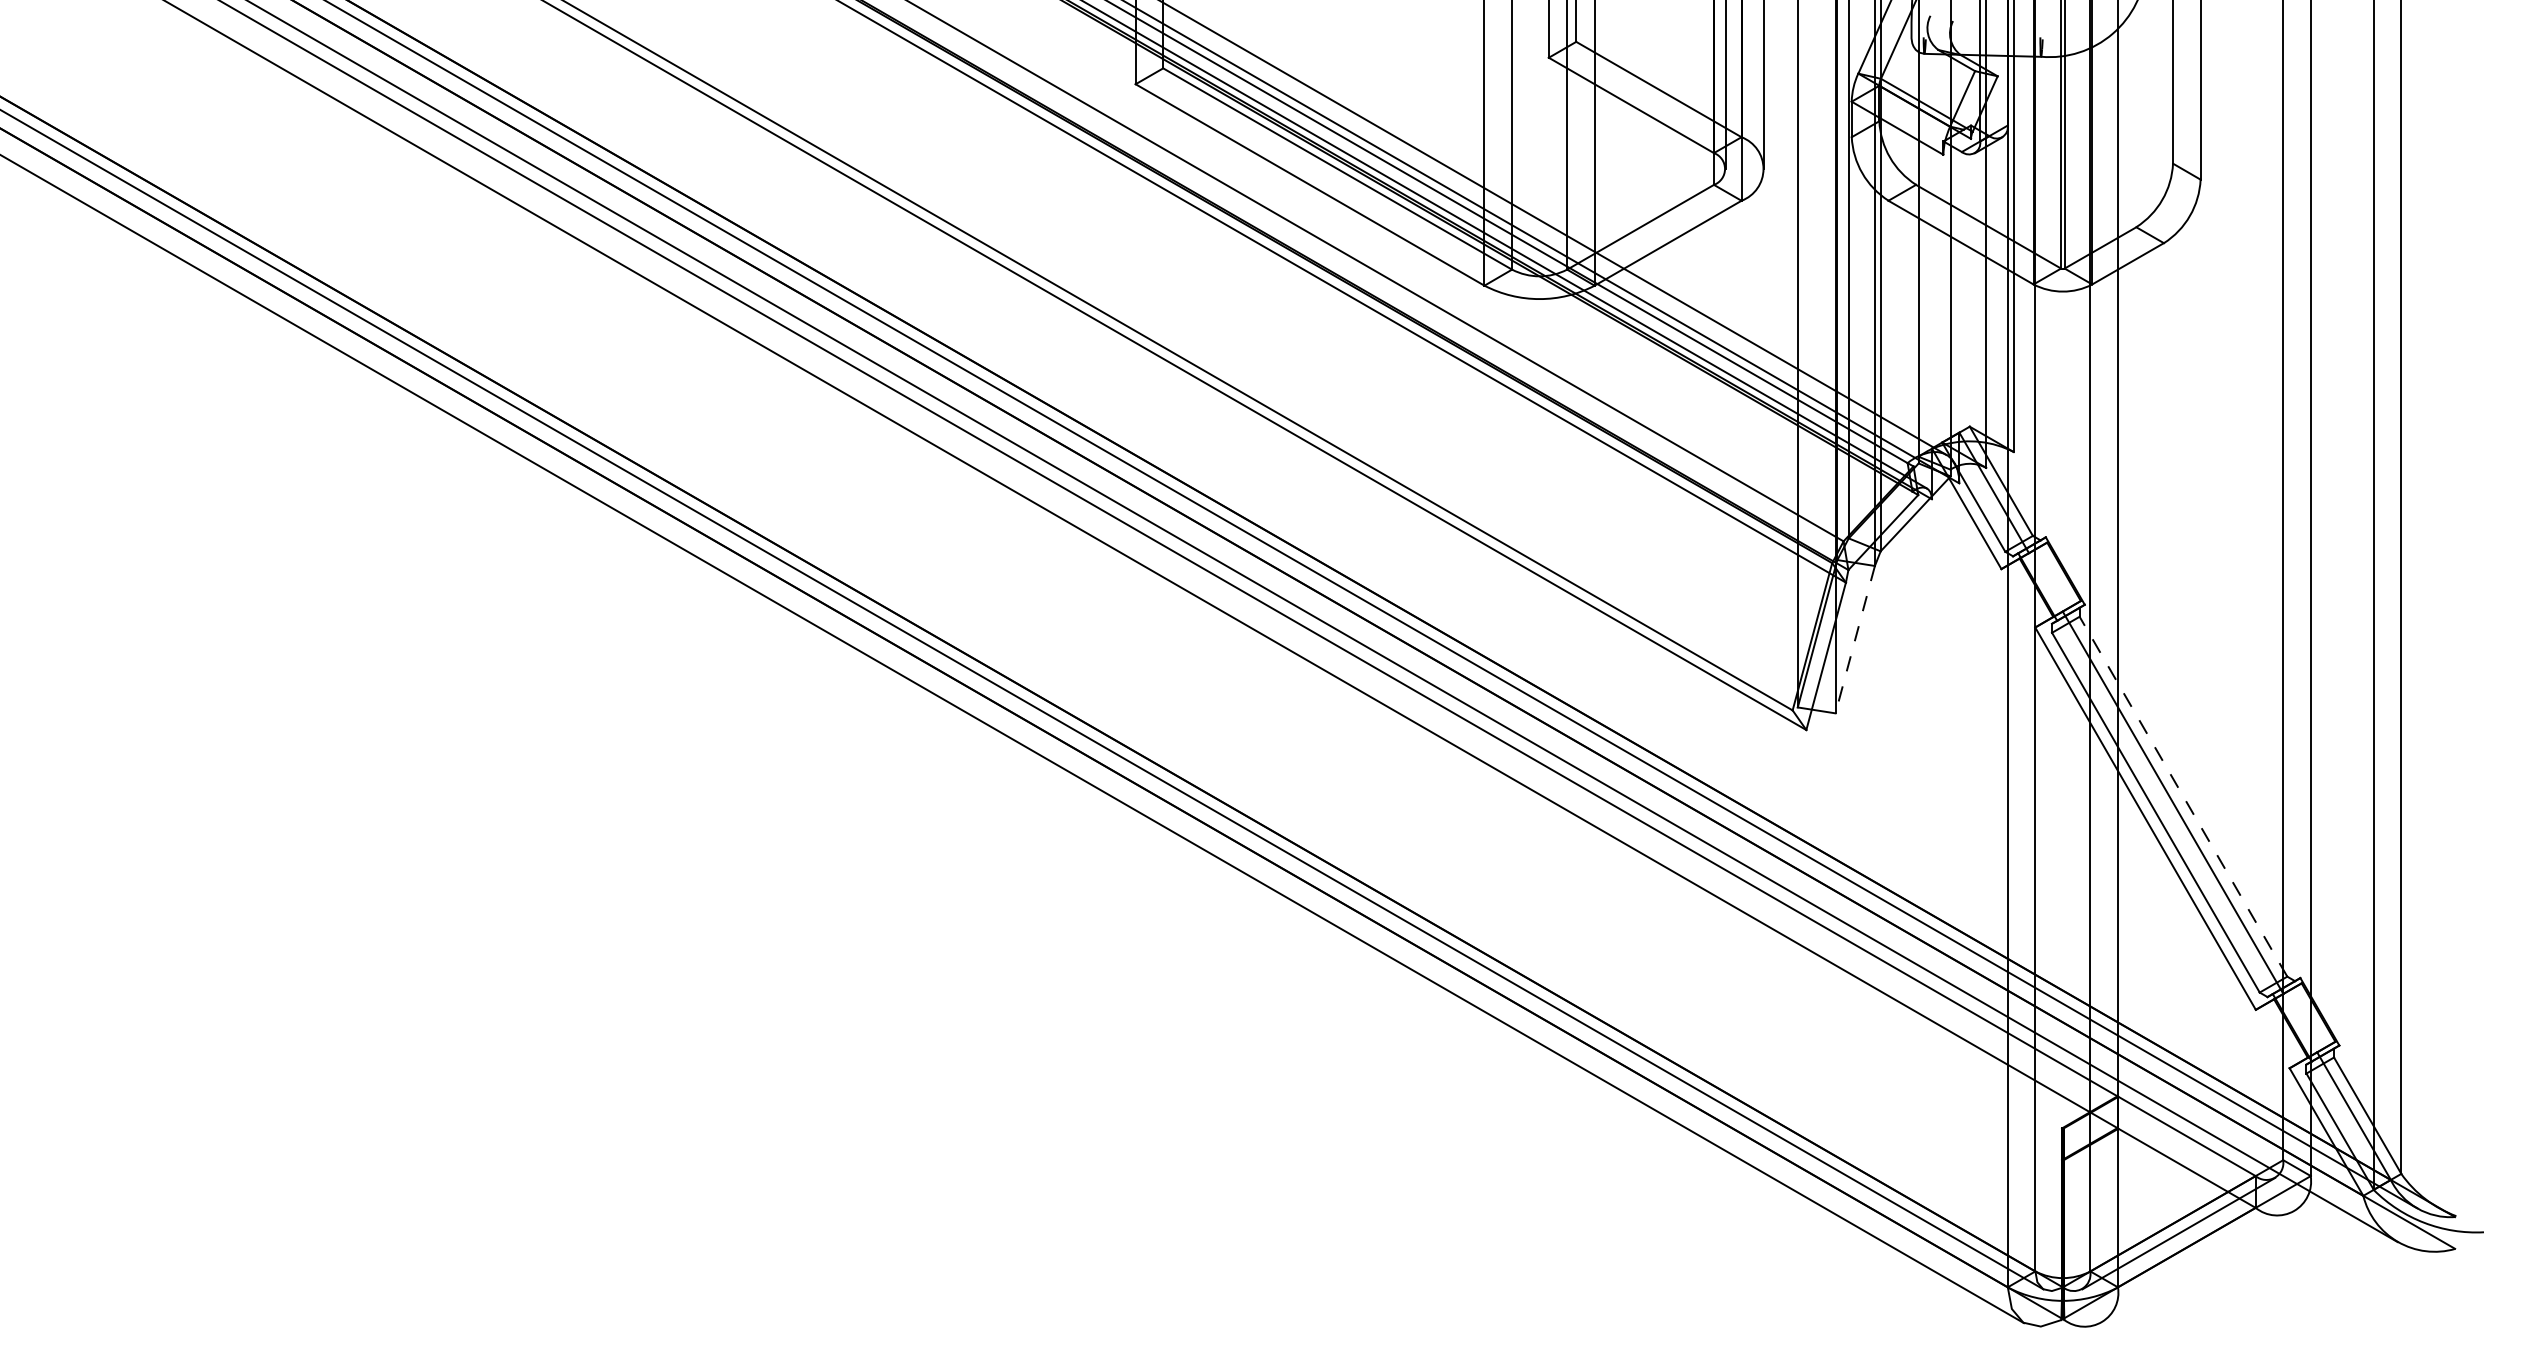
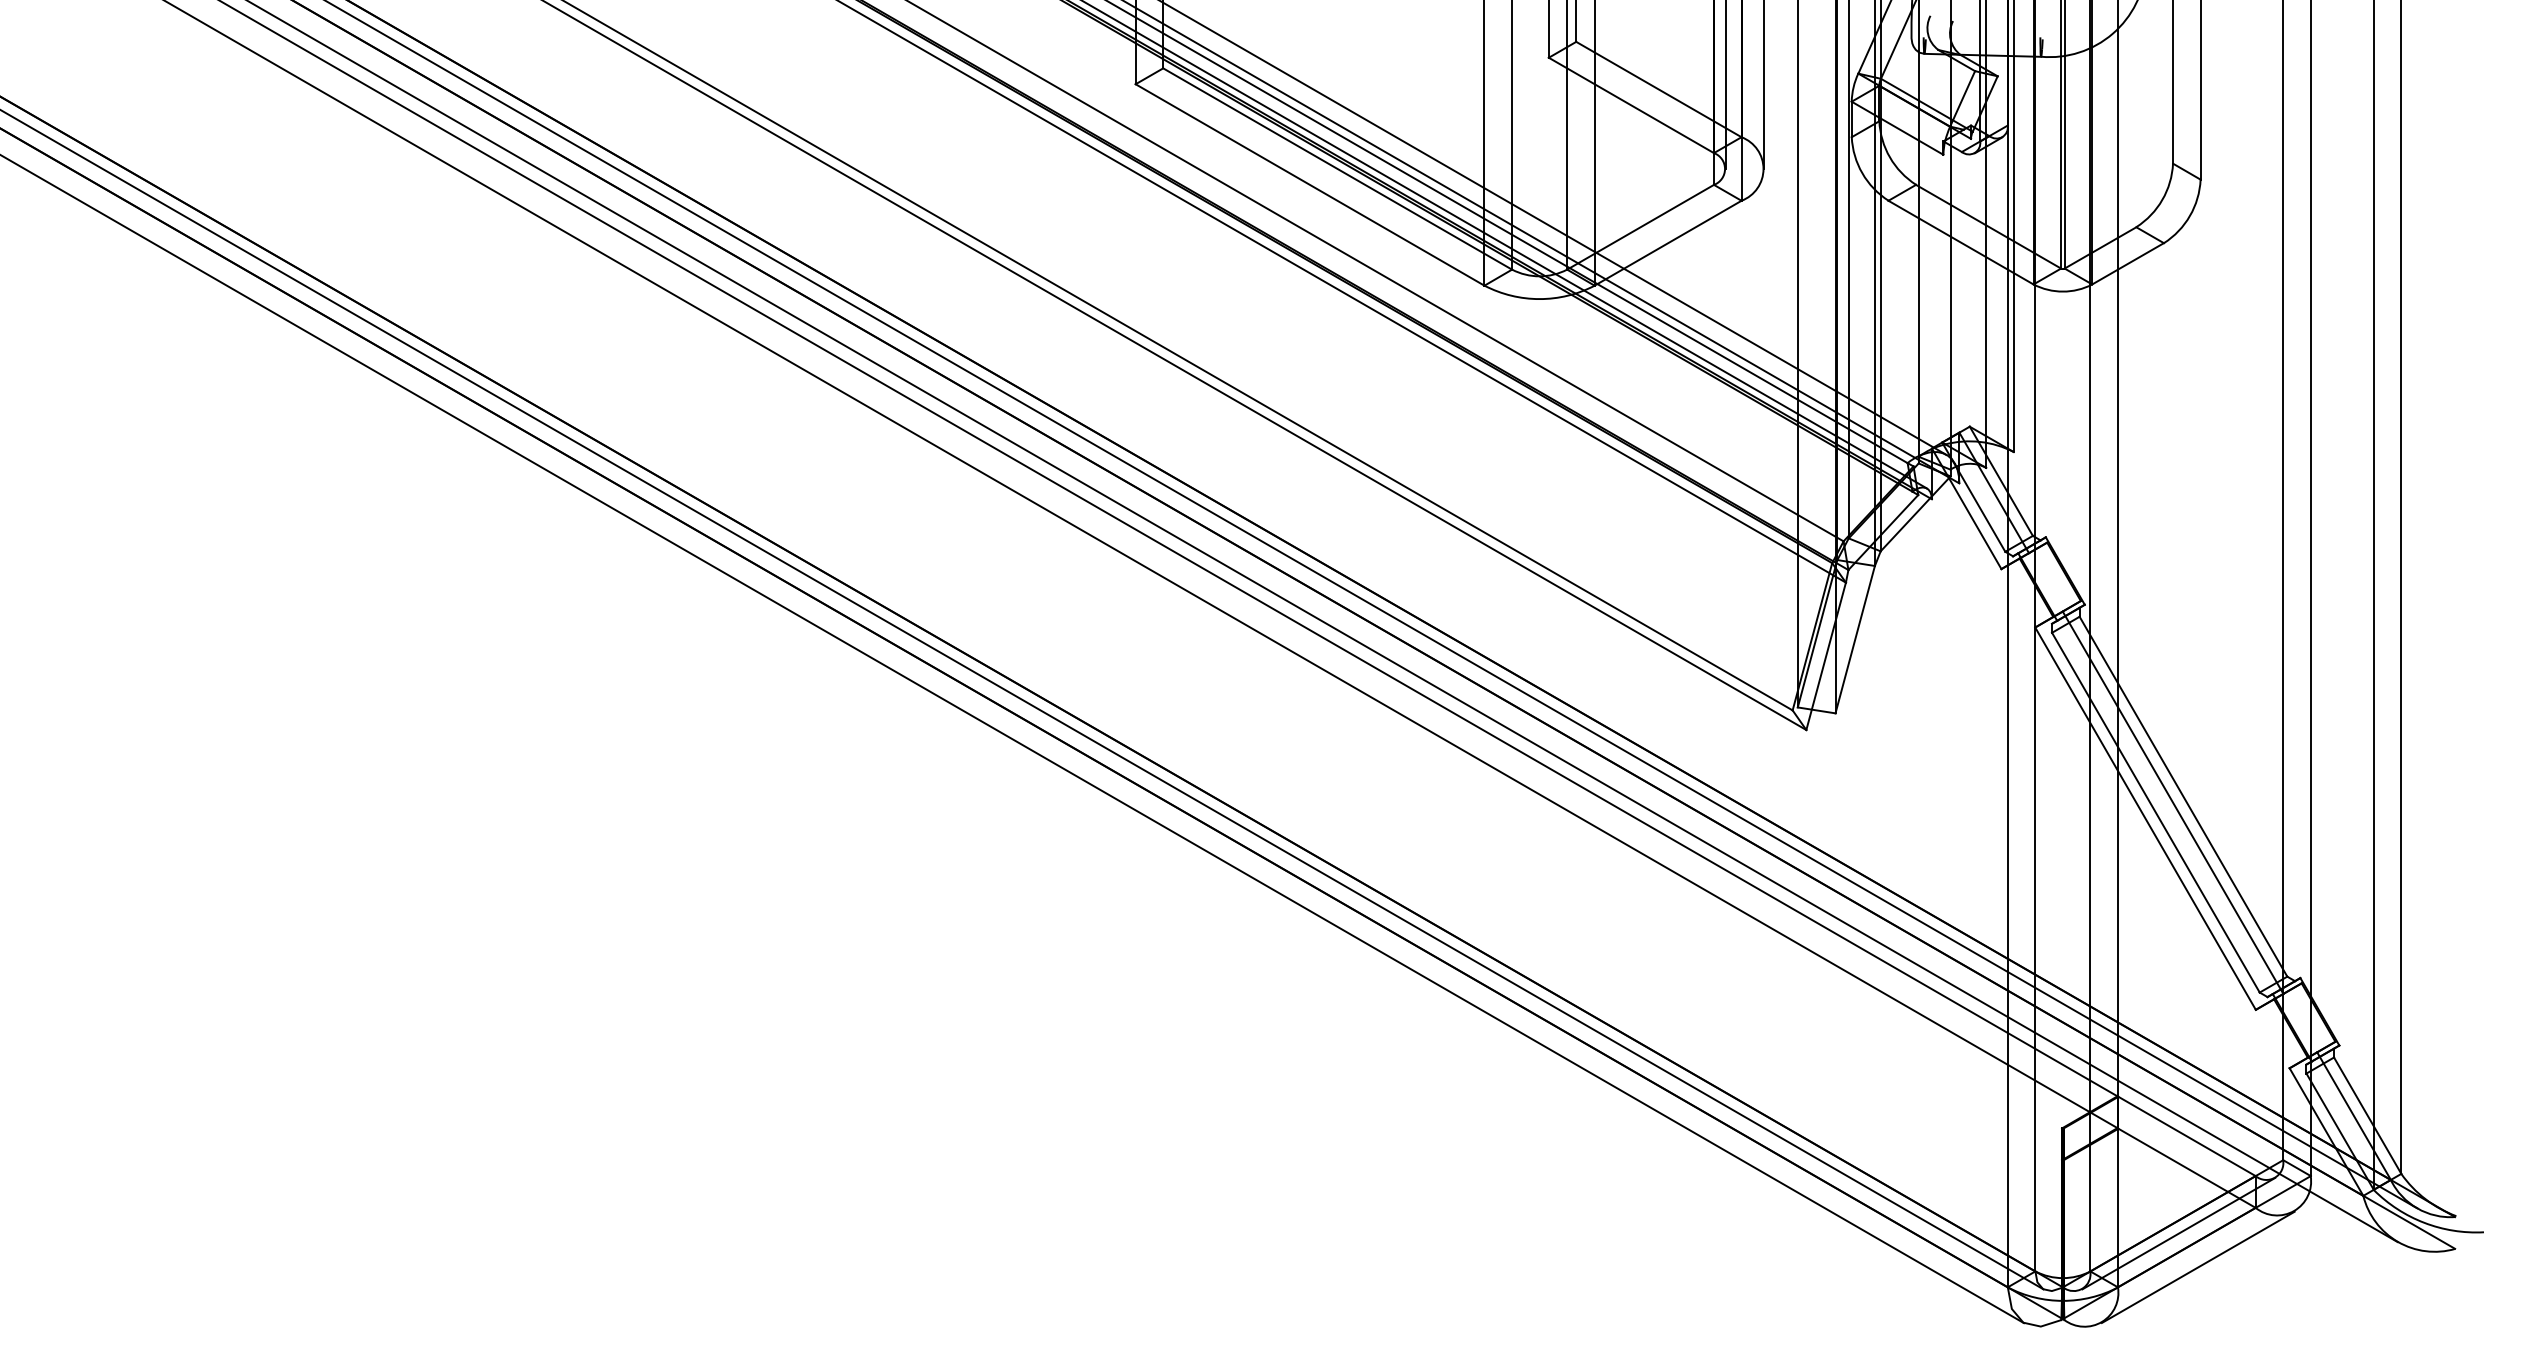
line at (1855, 640): dashed -> solid
line at (2183, 796): dashed -> solid
line at (2197, 1267): none -> present
